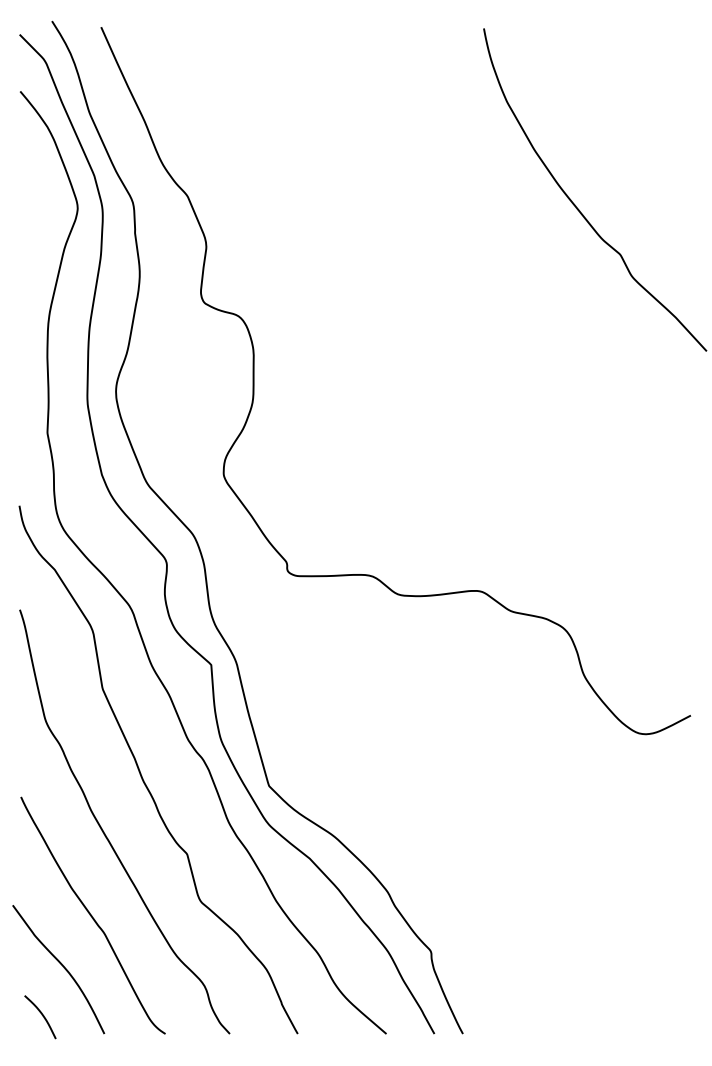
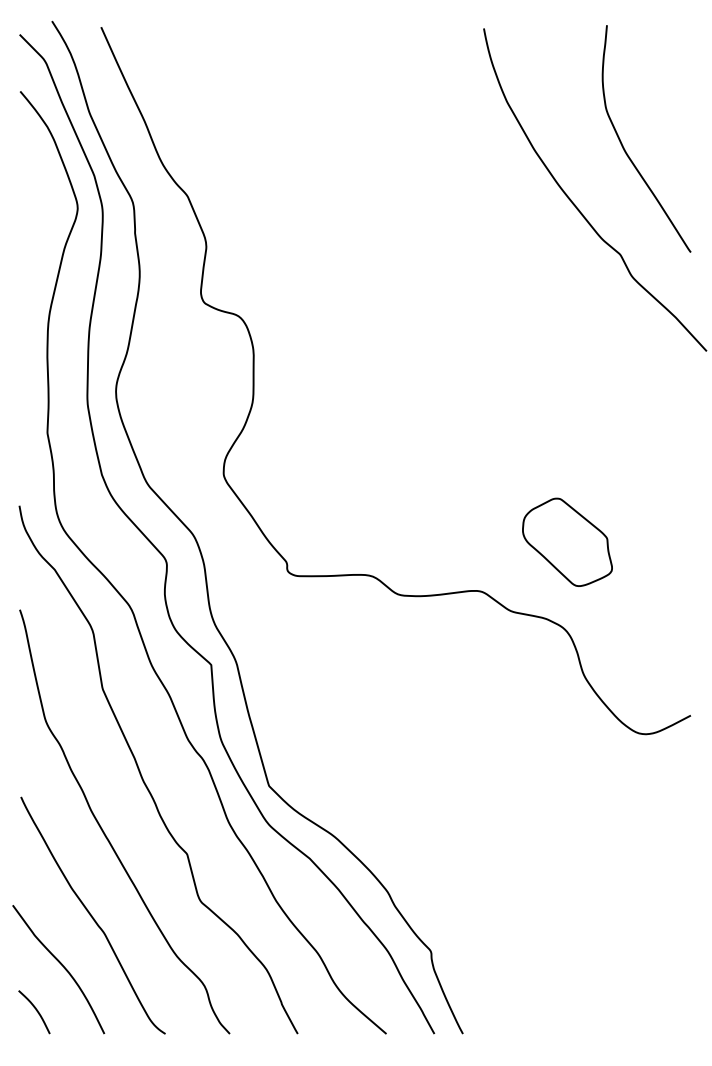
curve at (625, 149): none -> present
part at (567, 541): none -> present
curve at (41, 1015) position: (41, 1015) -> (35, 1010)
